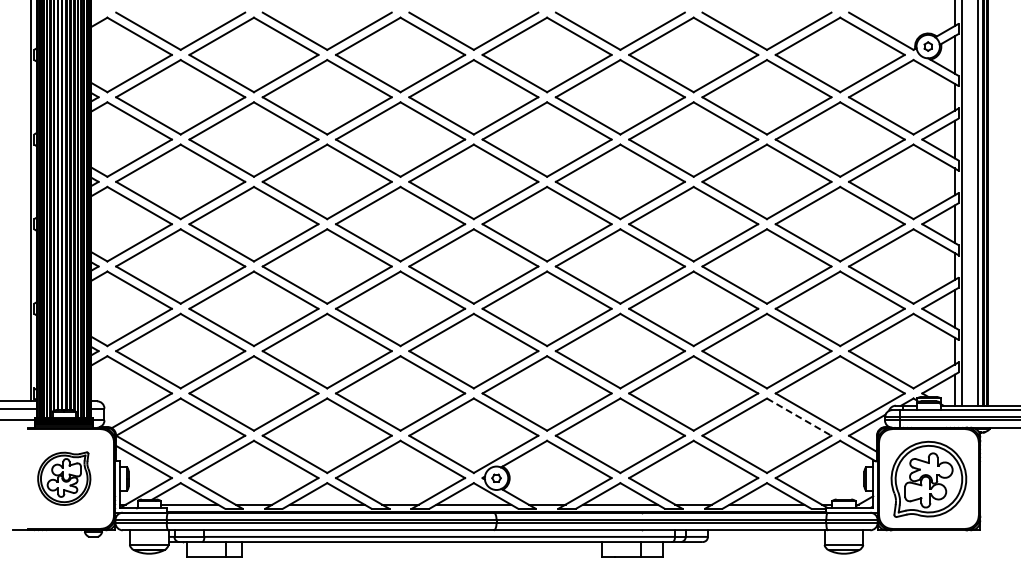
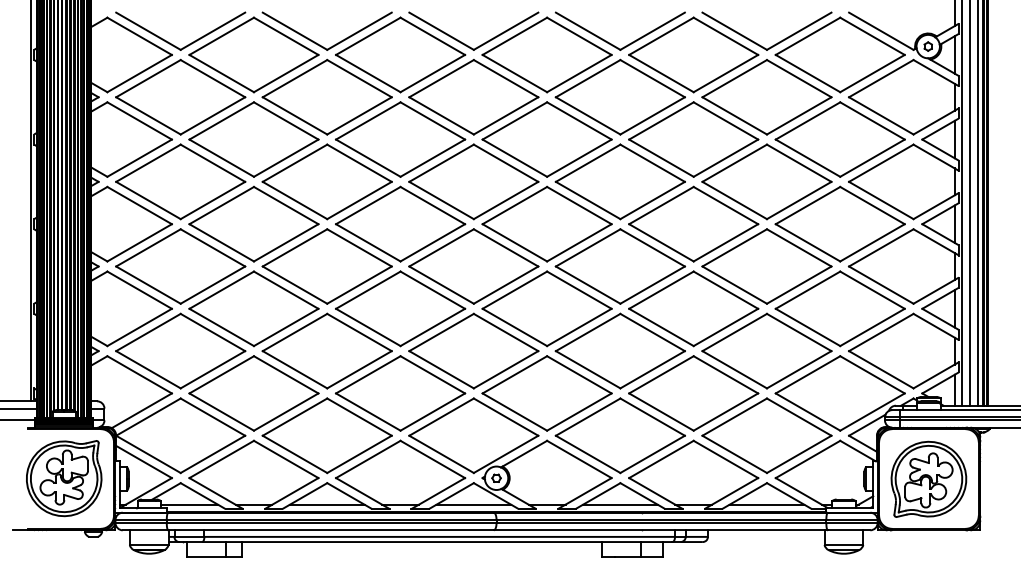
line at (970, 203): none -> present
line at (799, 417): dashed -> solid
part at (64, 478) size: 55x55 px -> 77x78 px
